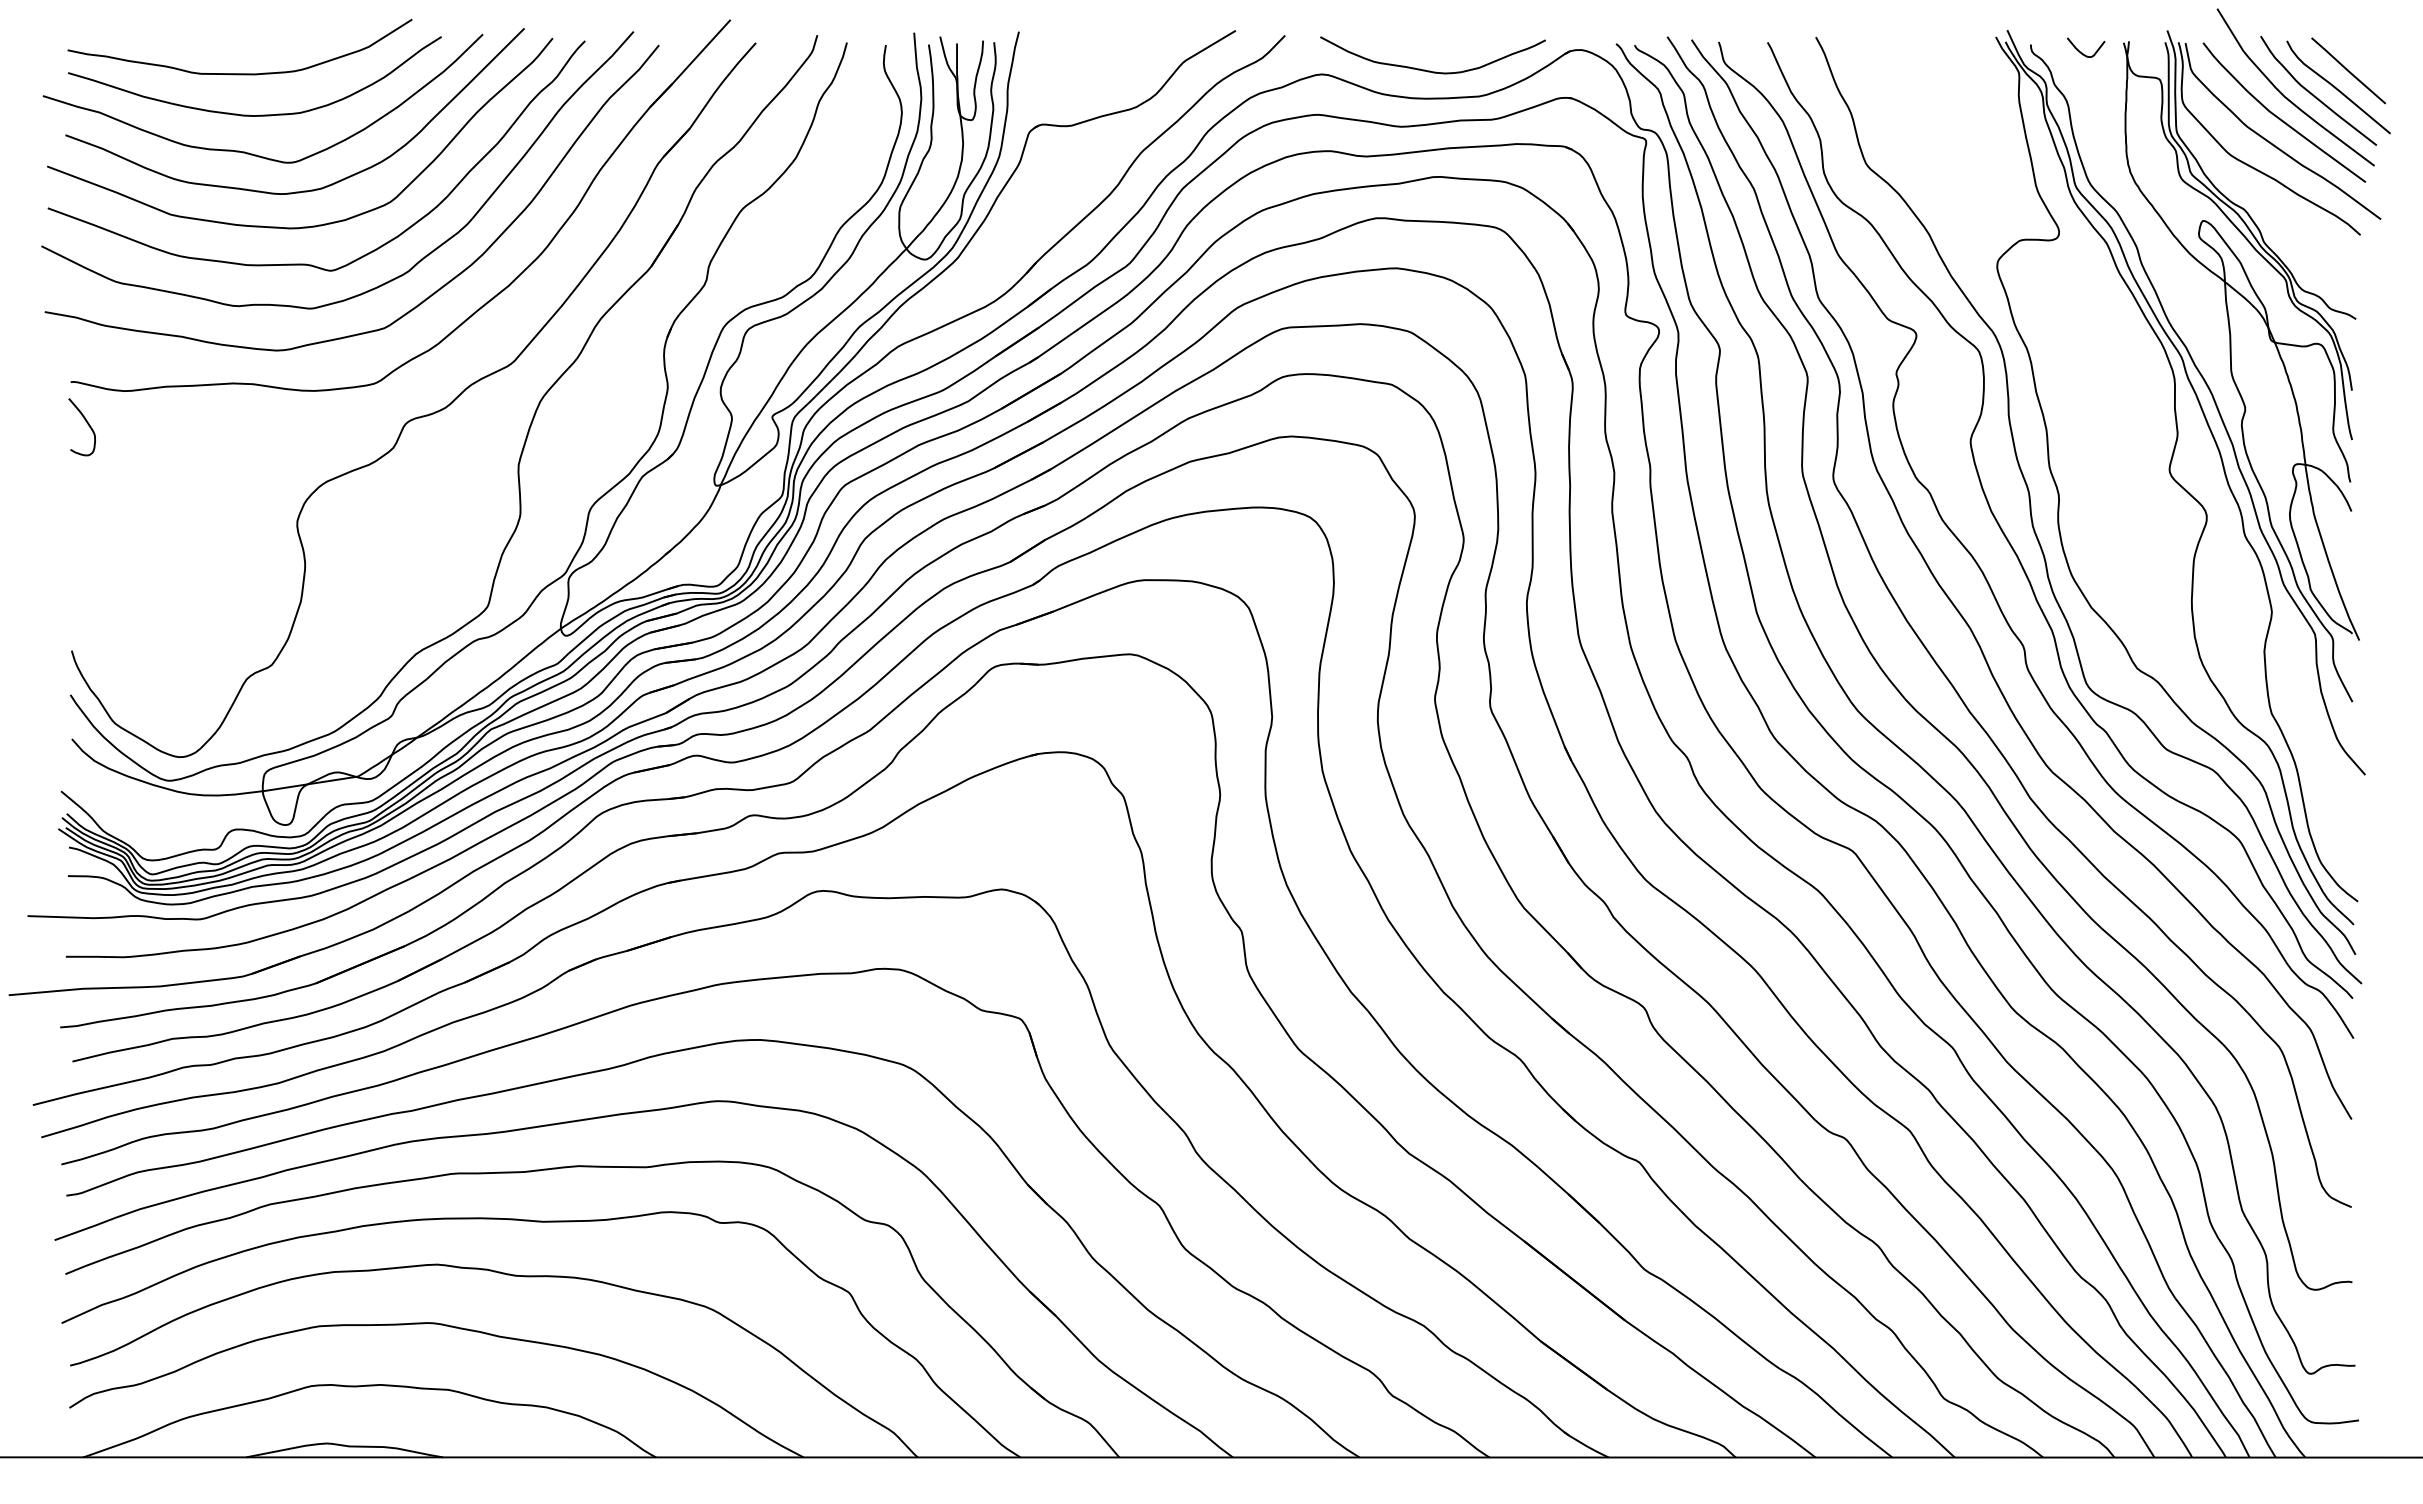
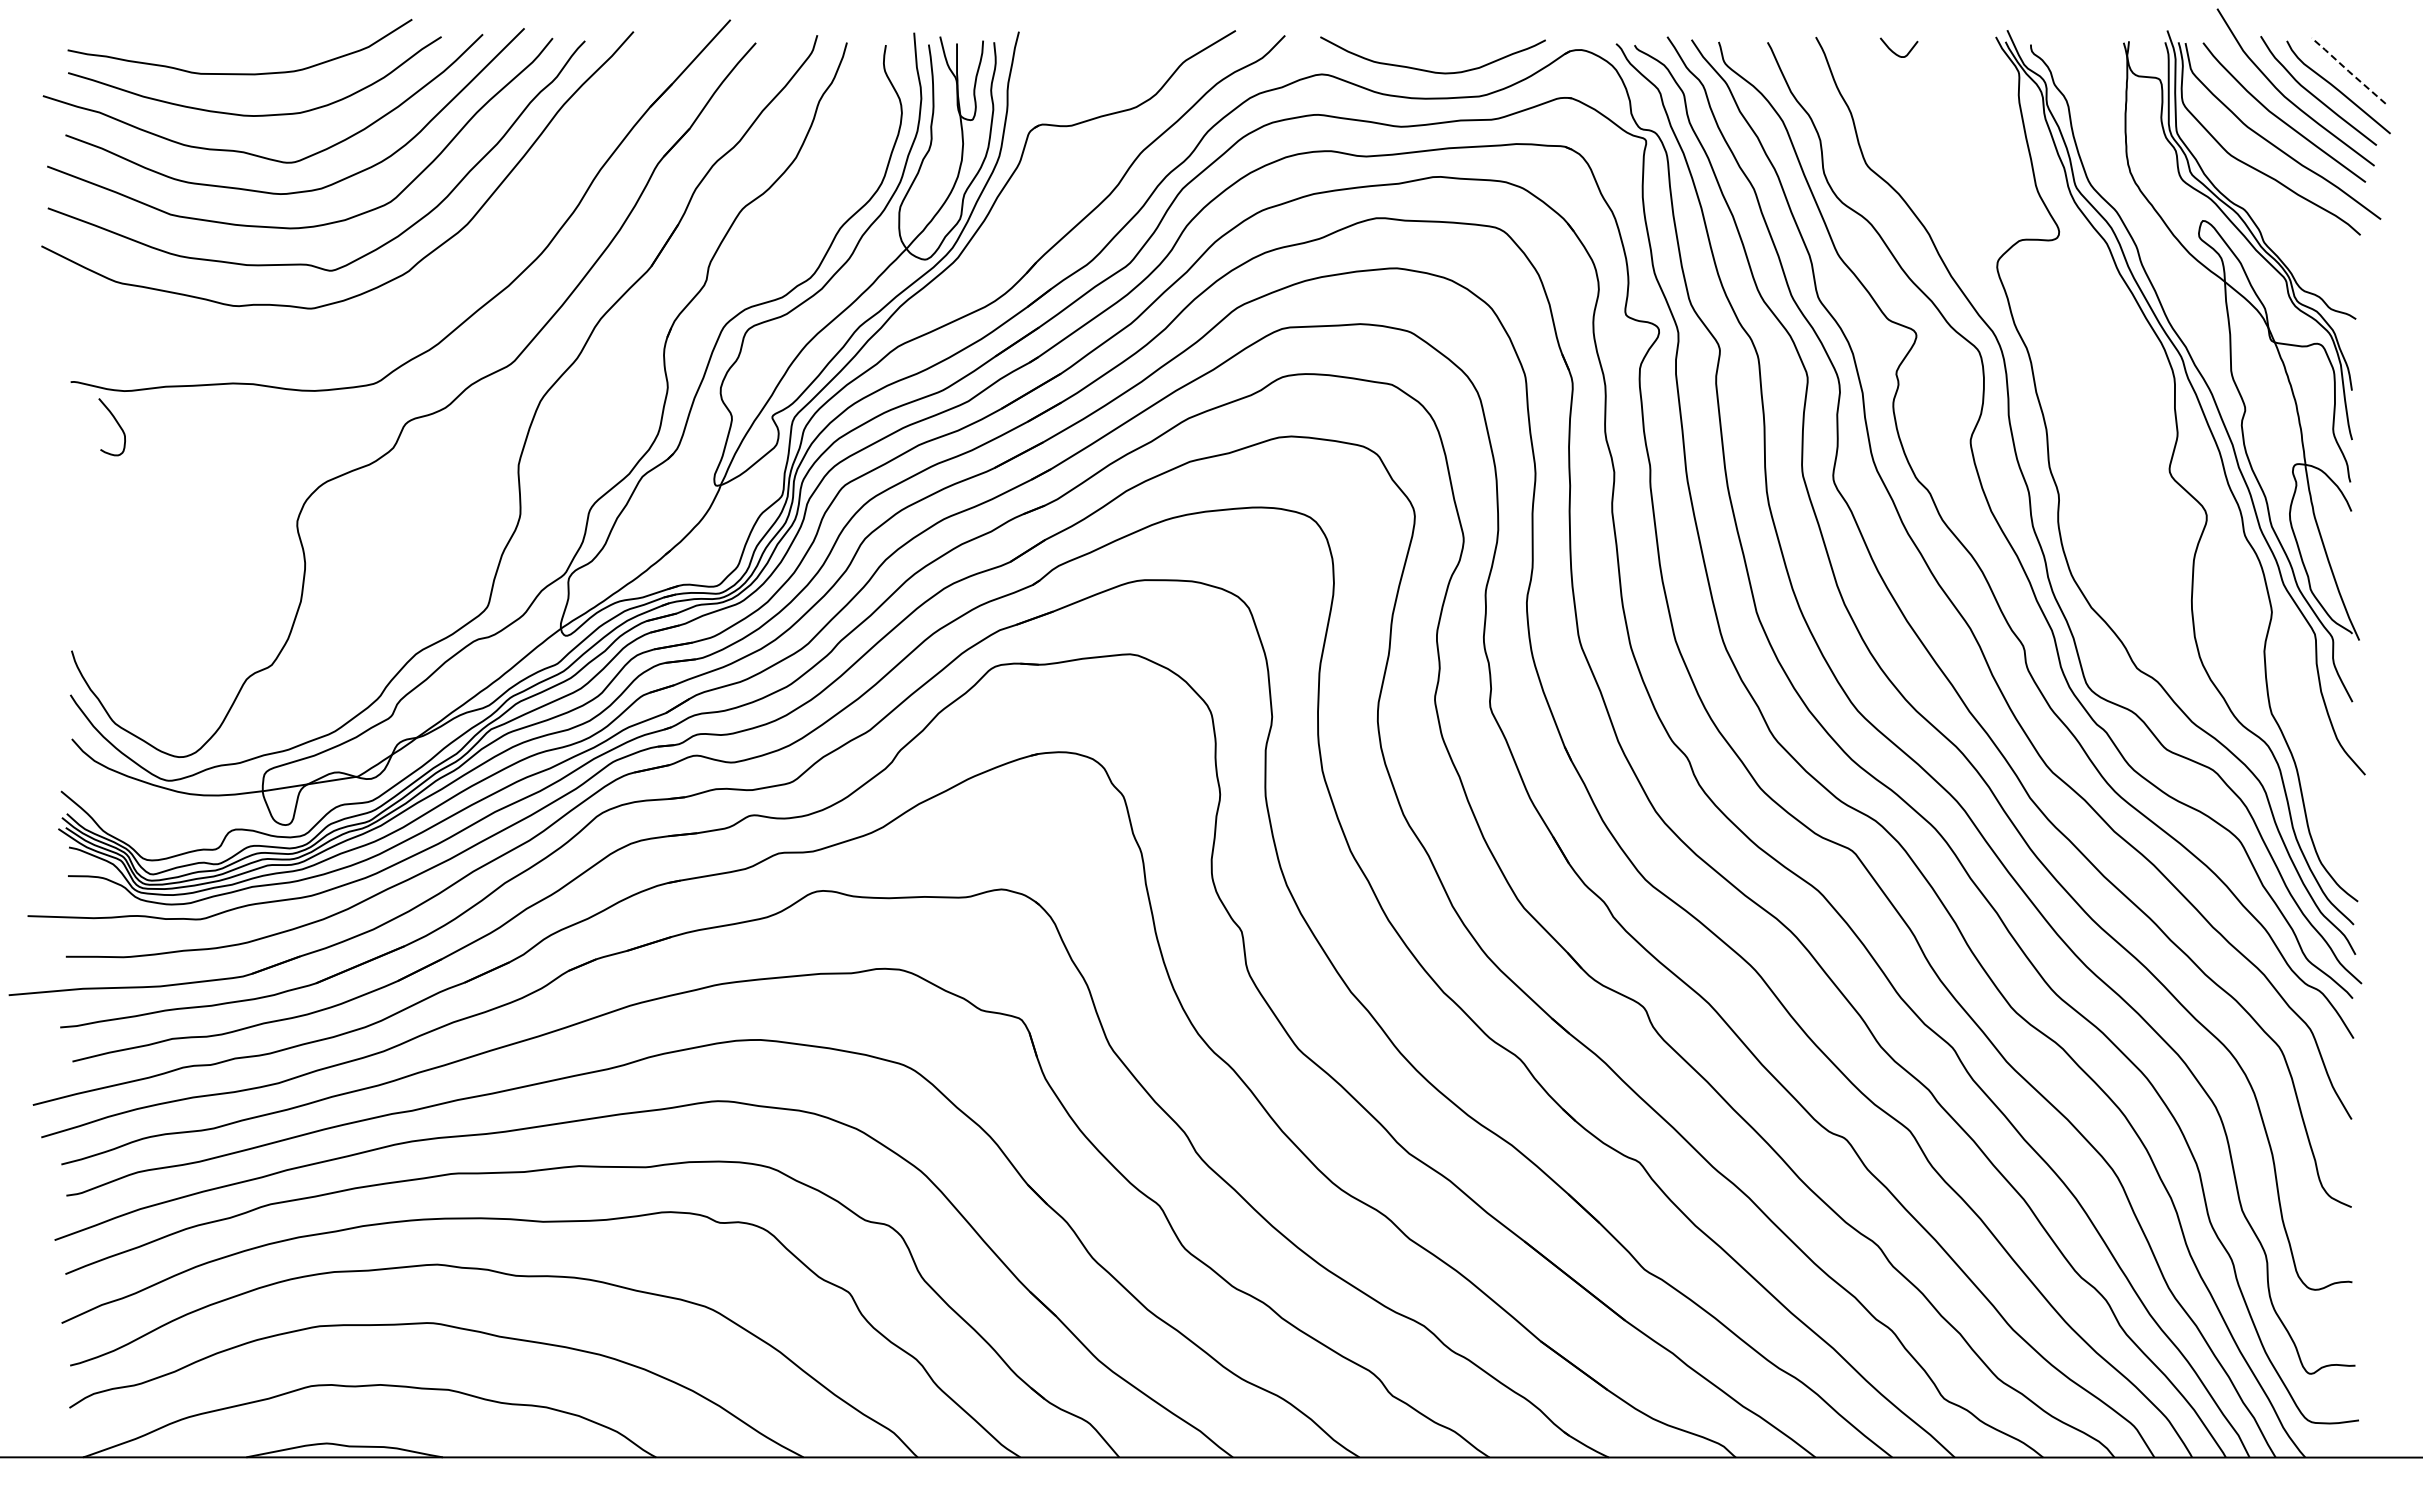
curve at (2082, 52) position: (2082, 52) -> (1895, 52)
line at (2348, 70): solid -> dashed
curve at (425, 298): present -> none
curve at (87, 424) position: (87, 424) -> (117, 424)
